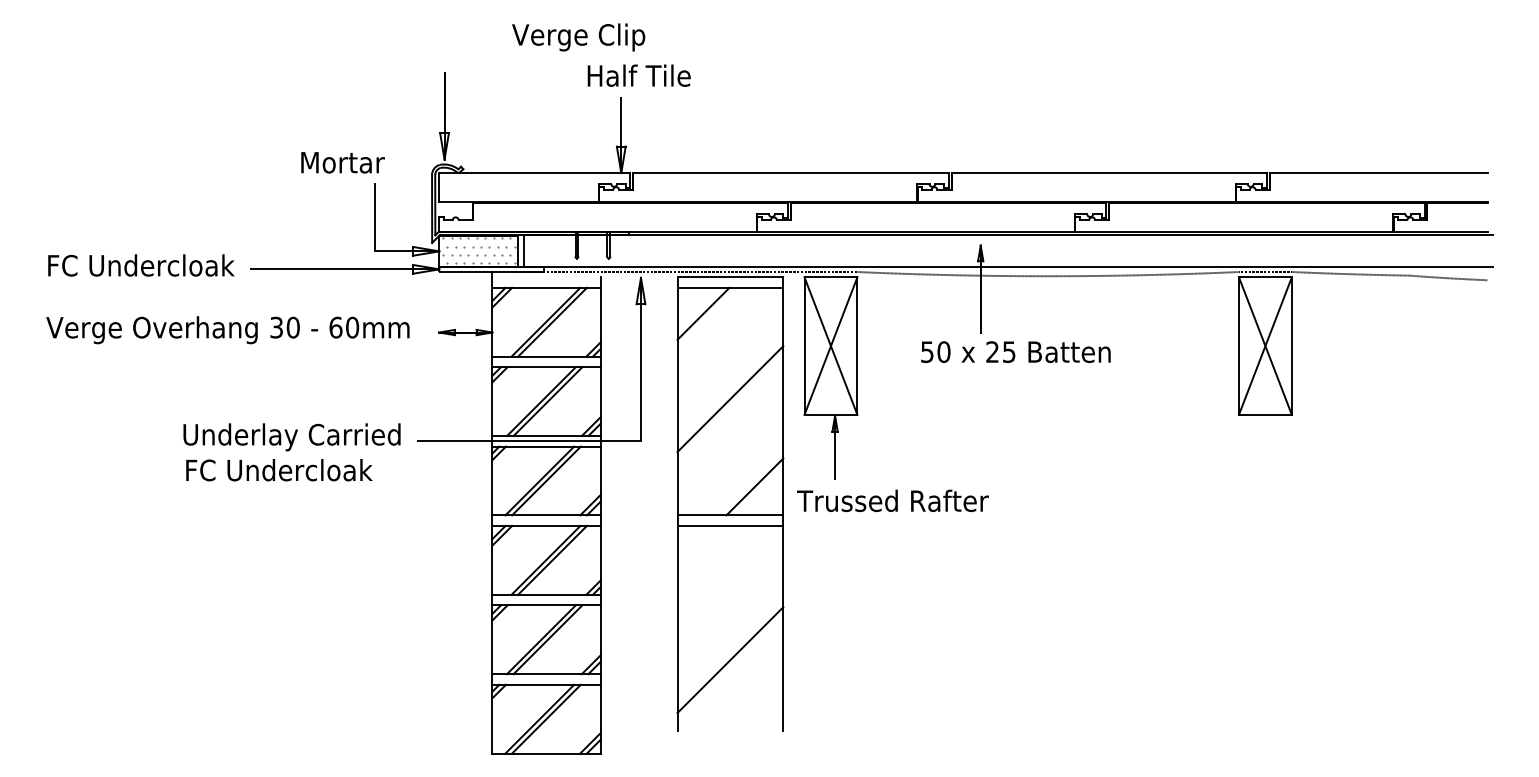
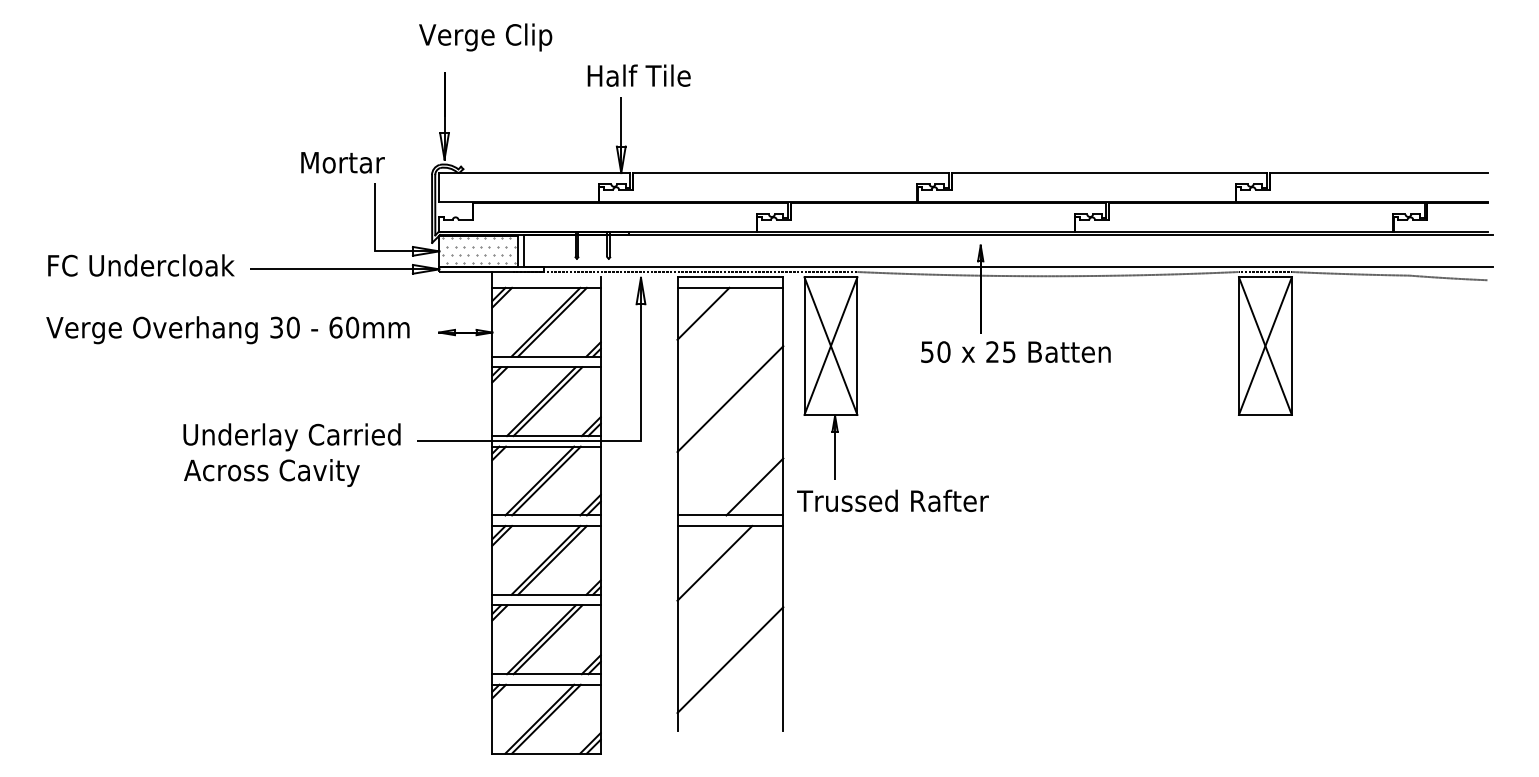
text at (578, 37) position: (578, 37) -> (485, 37)
text at (278, 472): FC Undercloak -> Across Cavity
line at (714, 563): none -> present
